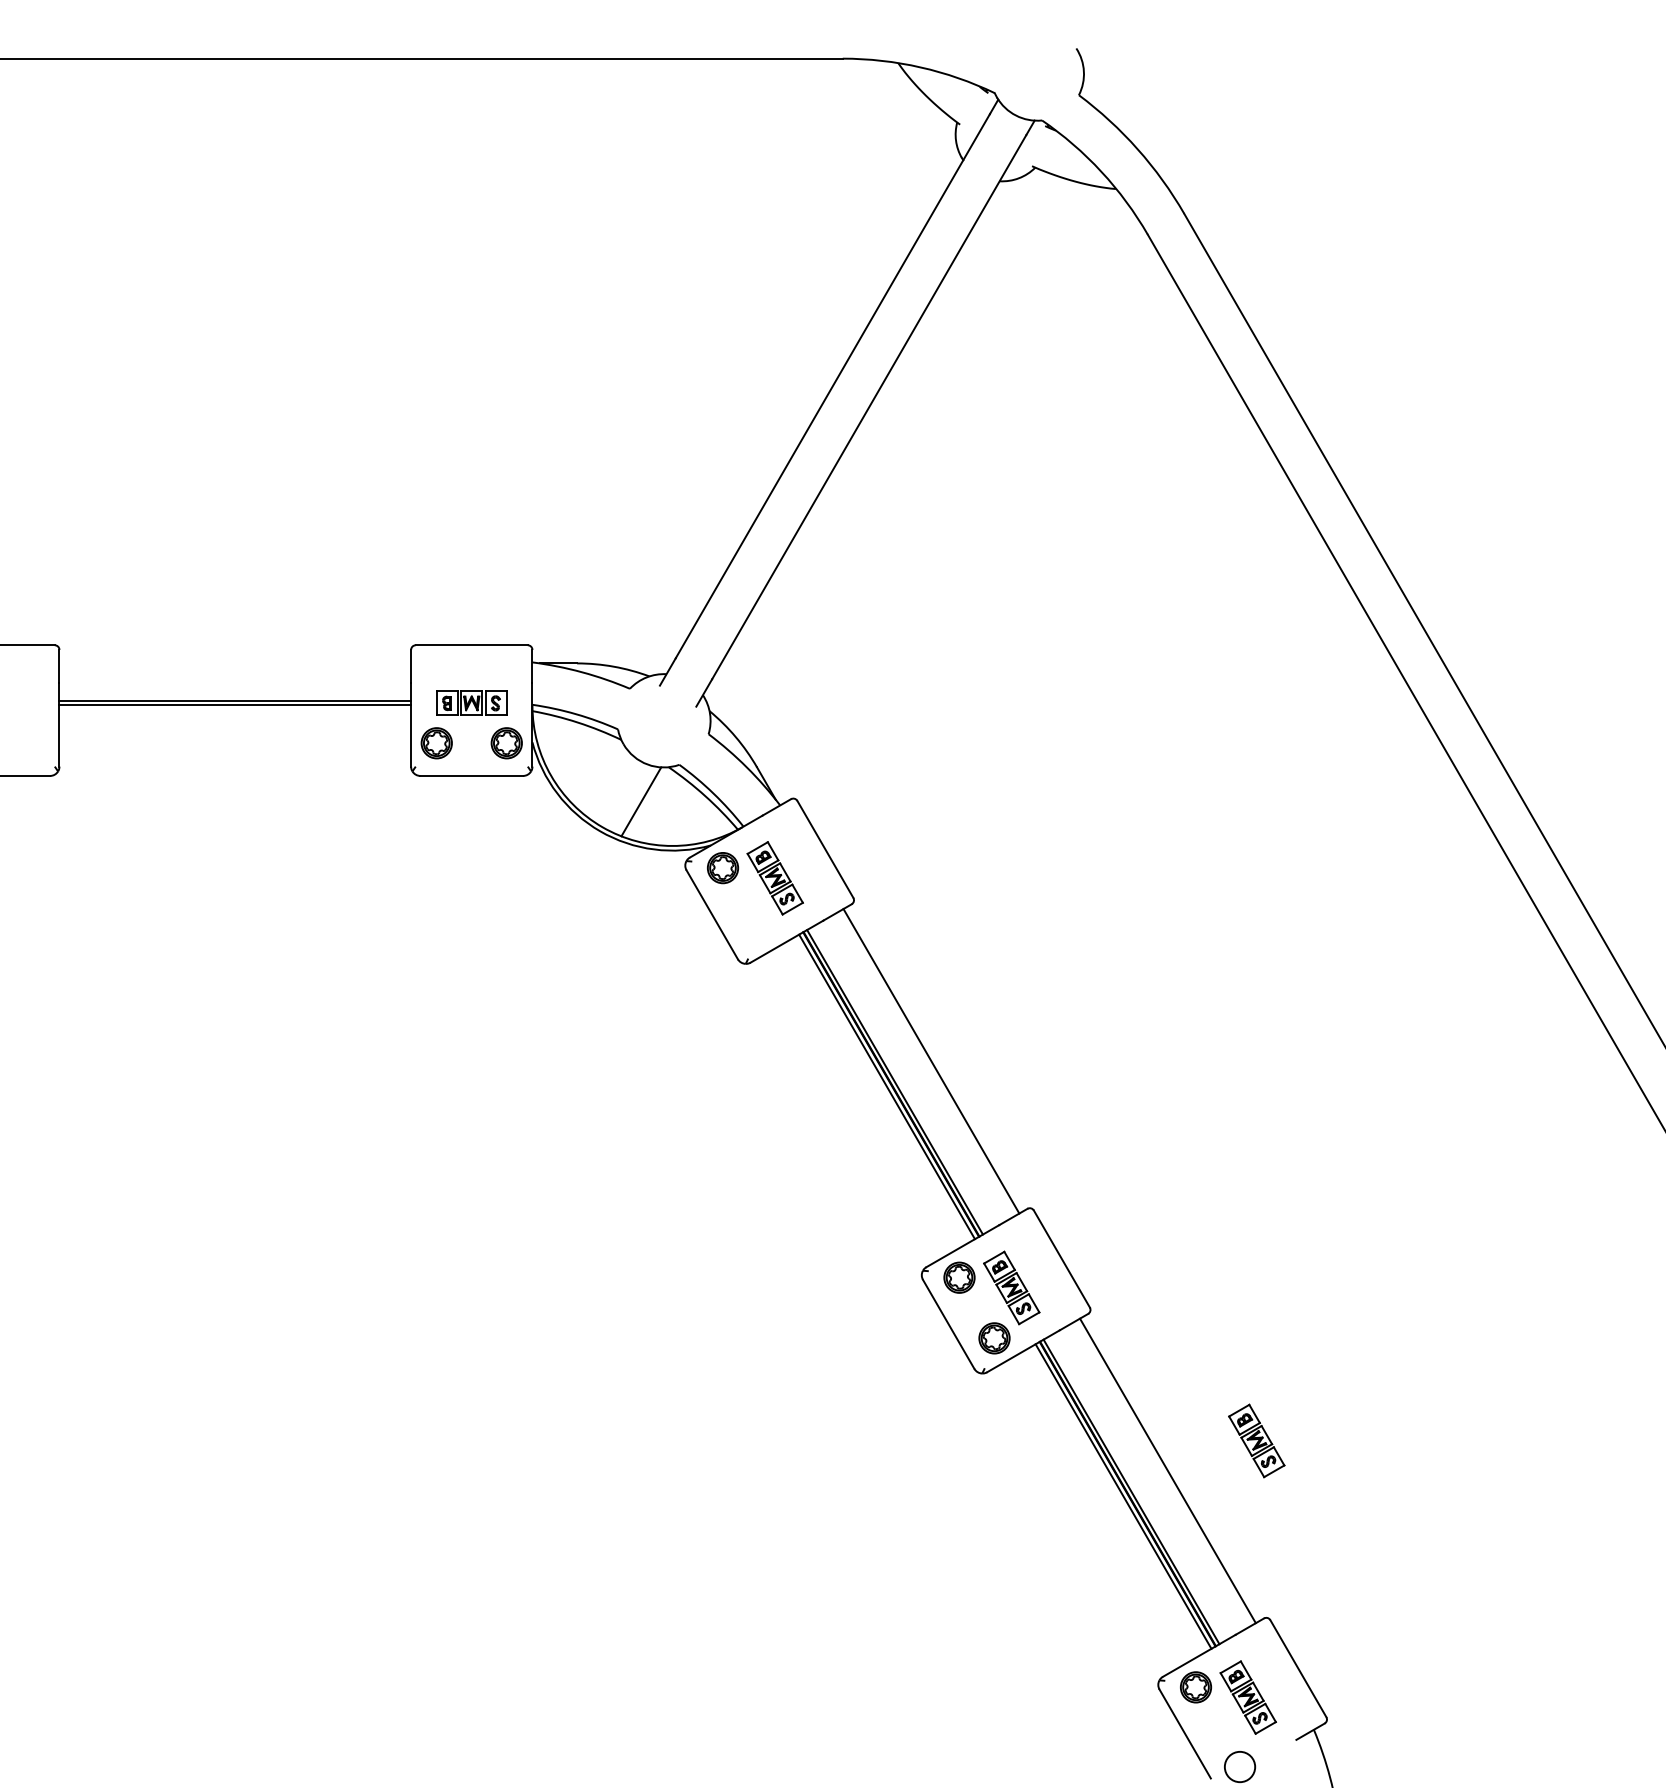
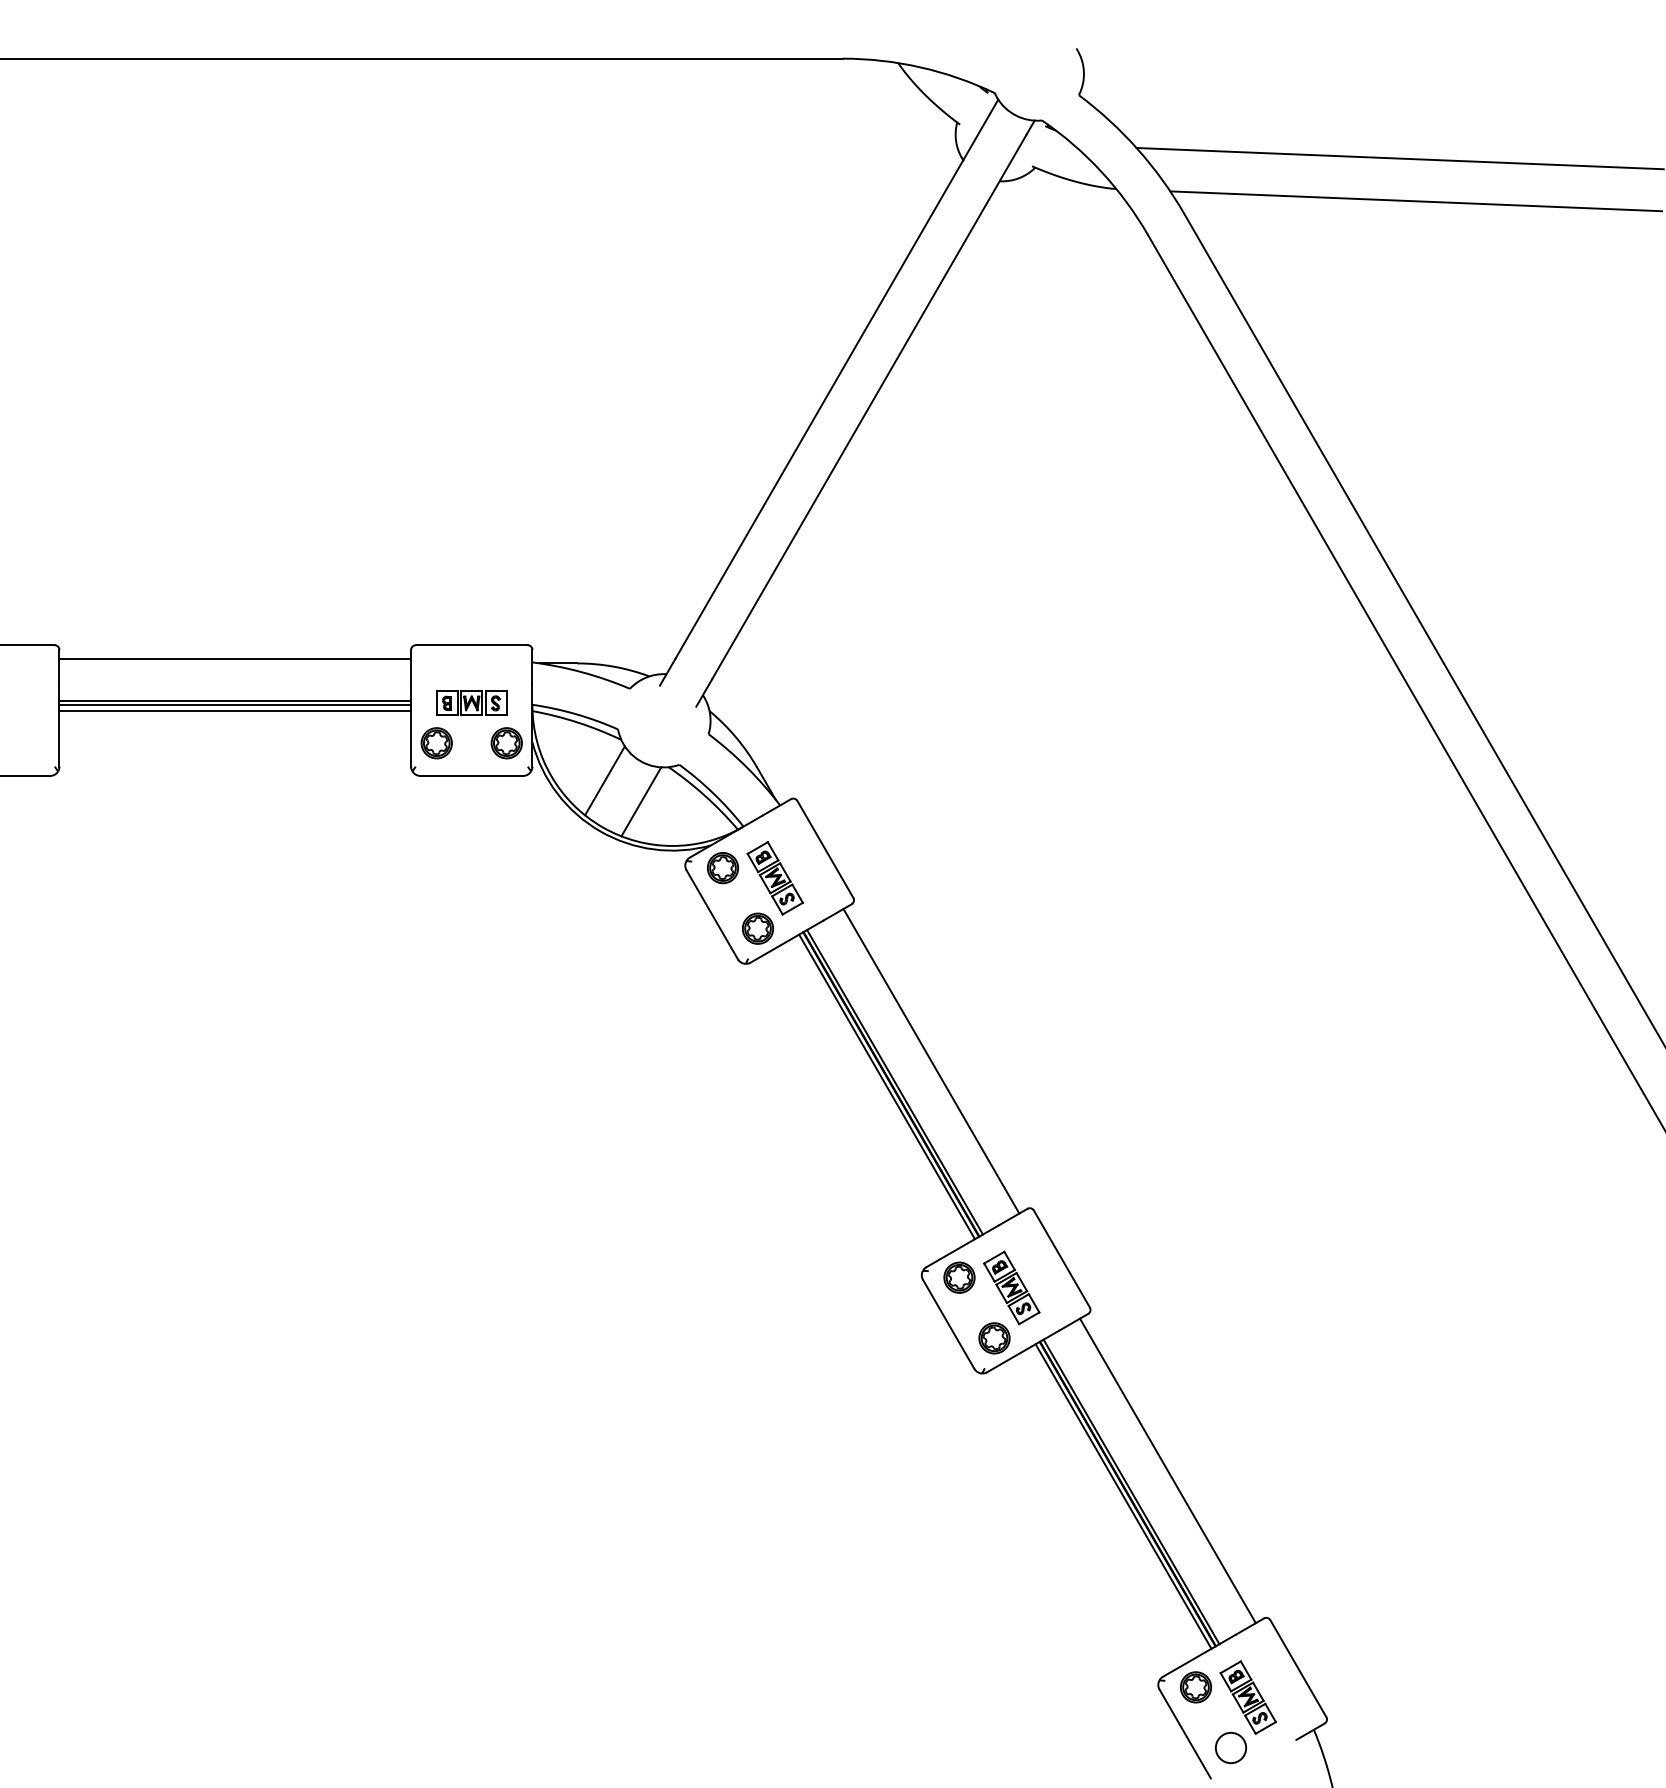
line at (1399, 158): none -> present
line at (1416, 201): none -> present
line at (235, 659): none -> present
line at (235, 710): none -> present
line at (604, 780): none -> present
part at (758, 928): none -> present
part at (1256, 1440): present -> none
circle at (1240, 1767) position: (1240, 1767) -> (1231, 1748)
